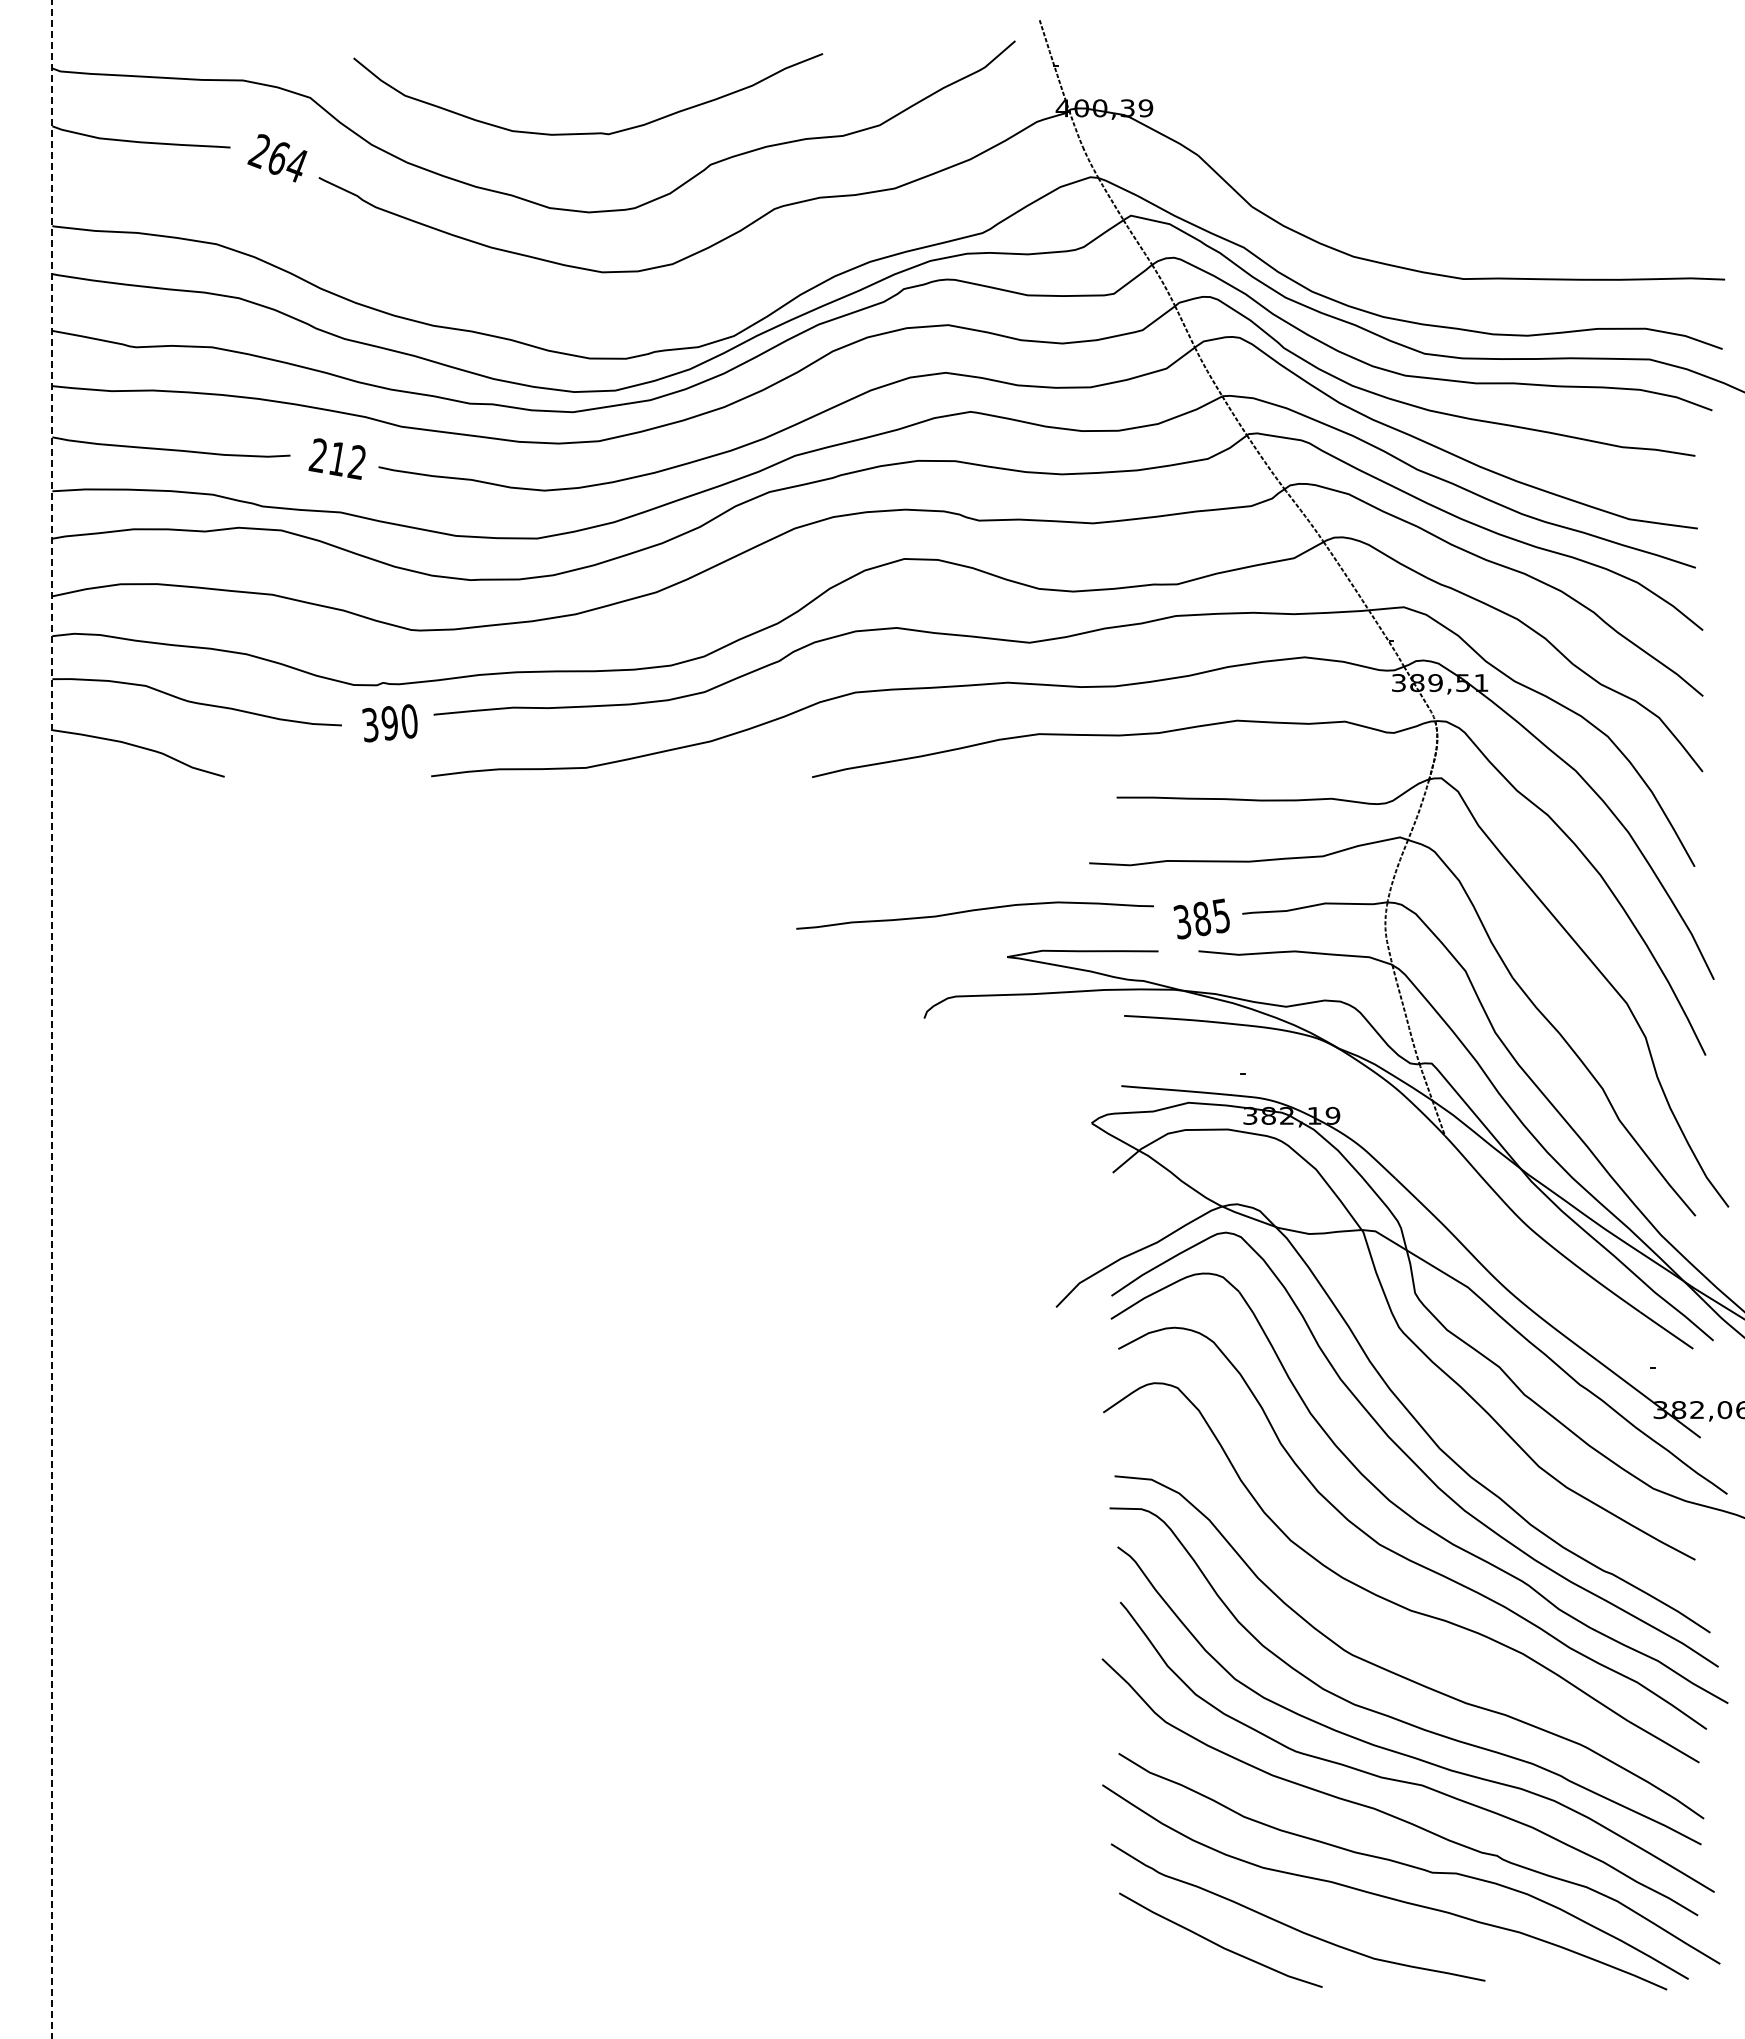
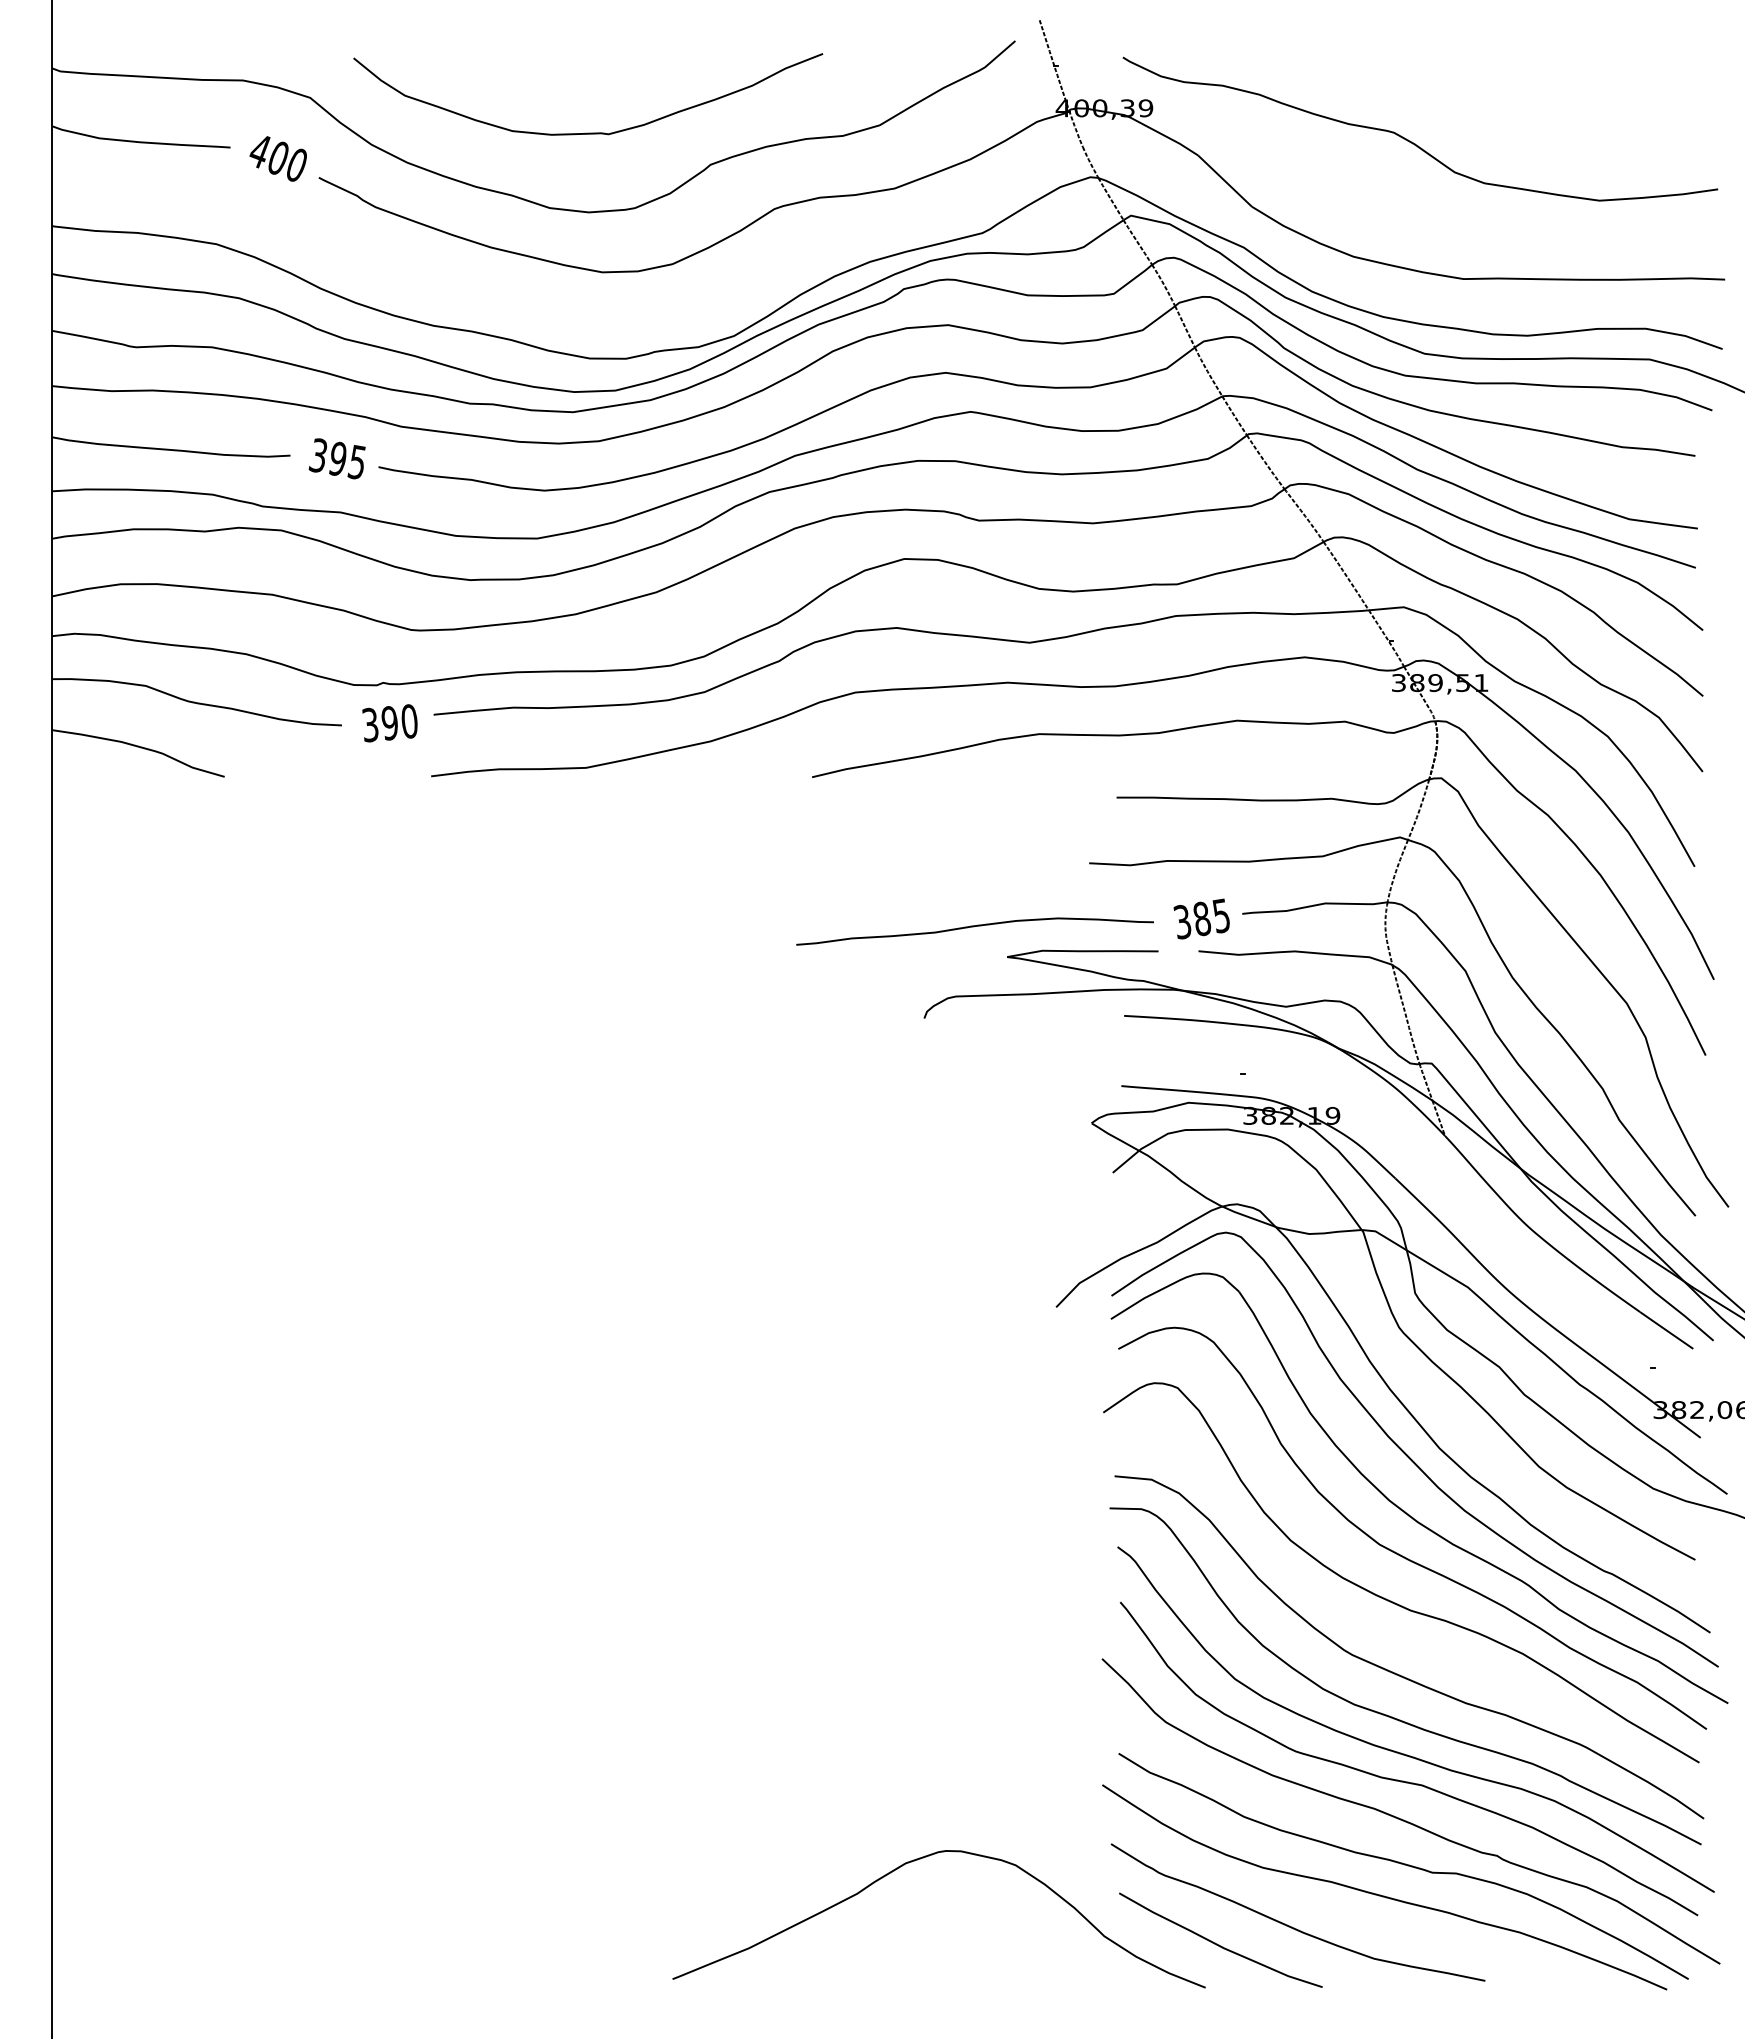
curve at (1410, 140): none -> present
text at (277, 158): 264 -> 400
text at (336, 458): 212 -> 395
curve at (974, 911) position: (974, 911) -> (974, 927)
line at (52, 1019): dashed -> solid
curve at (917, 1860): none -> present
